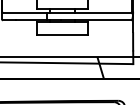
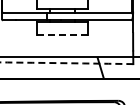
line at (62, 34): solid -> dashed
arc at (65, 63): solid -> dashed
